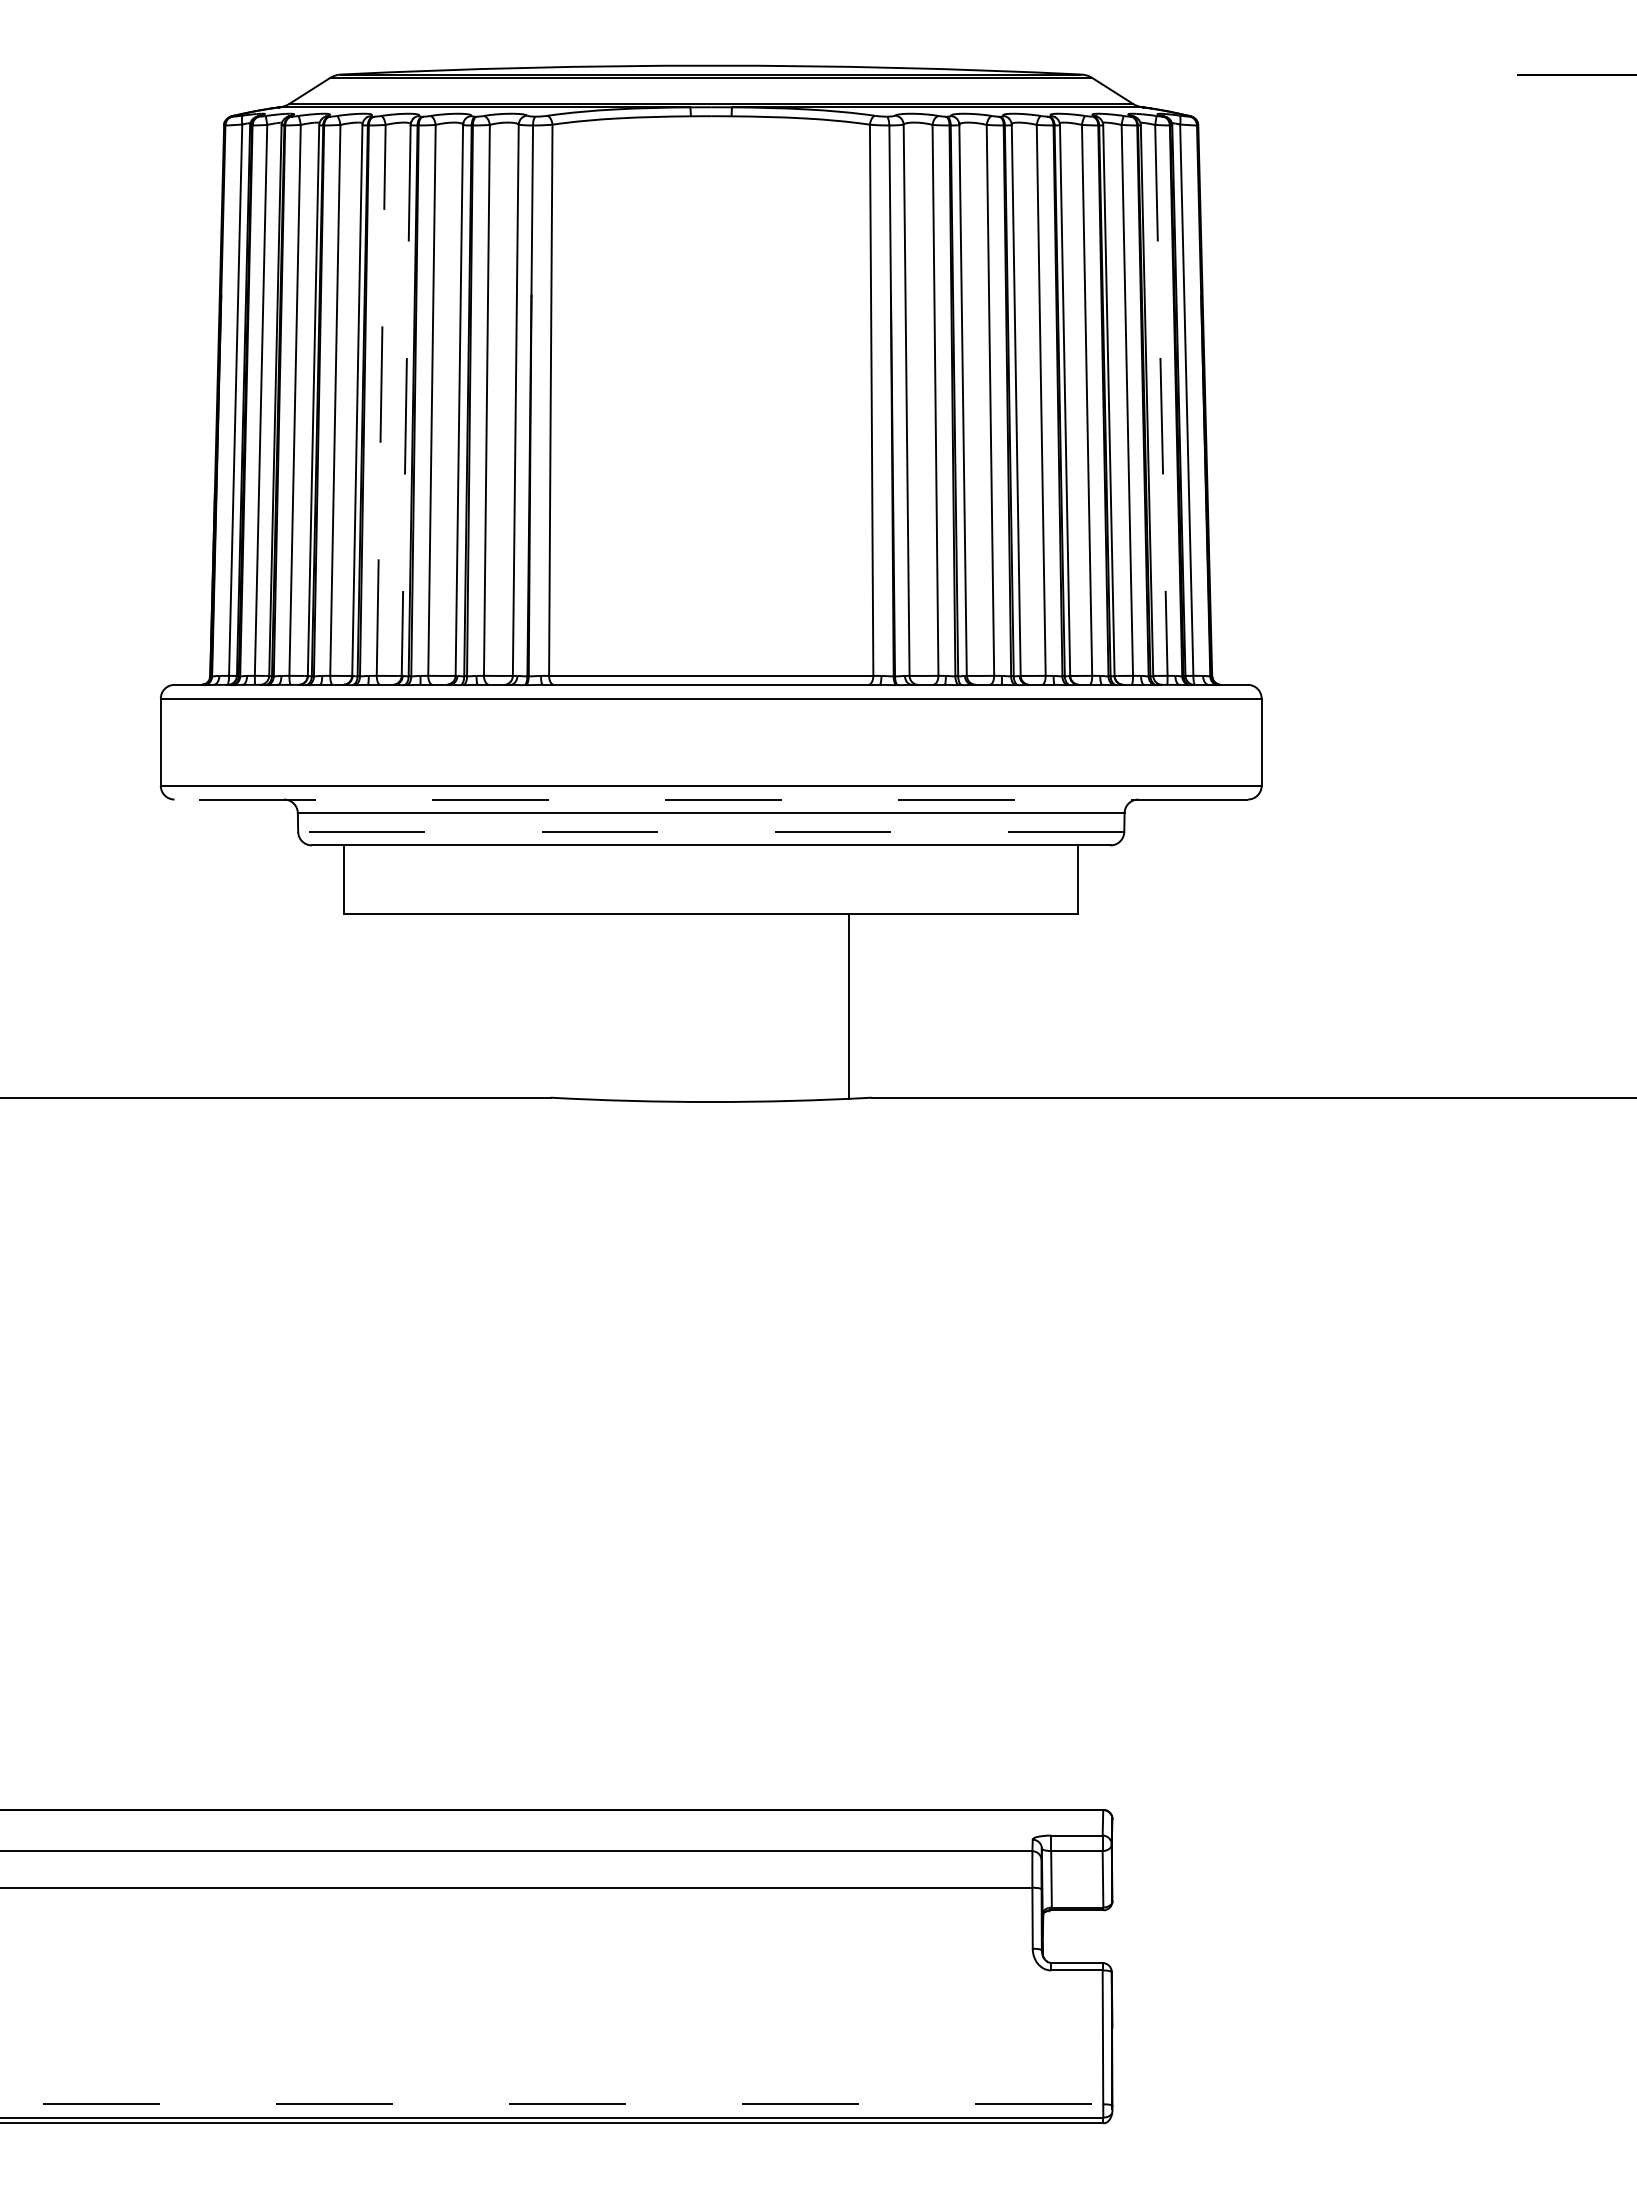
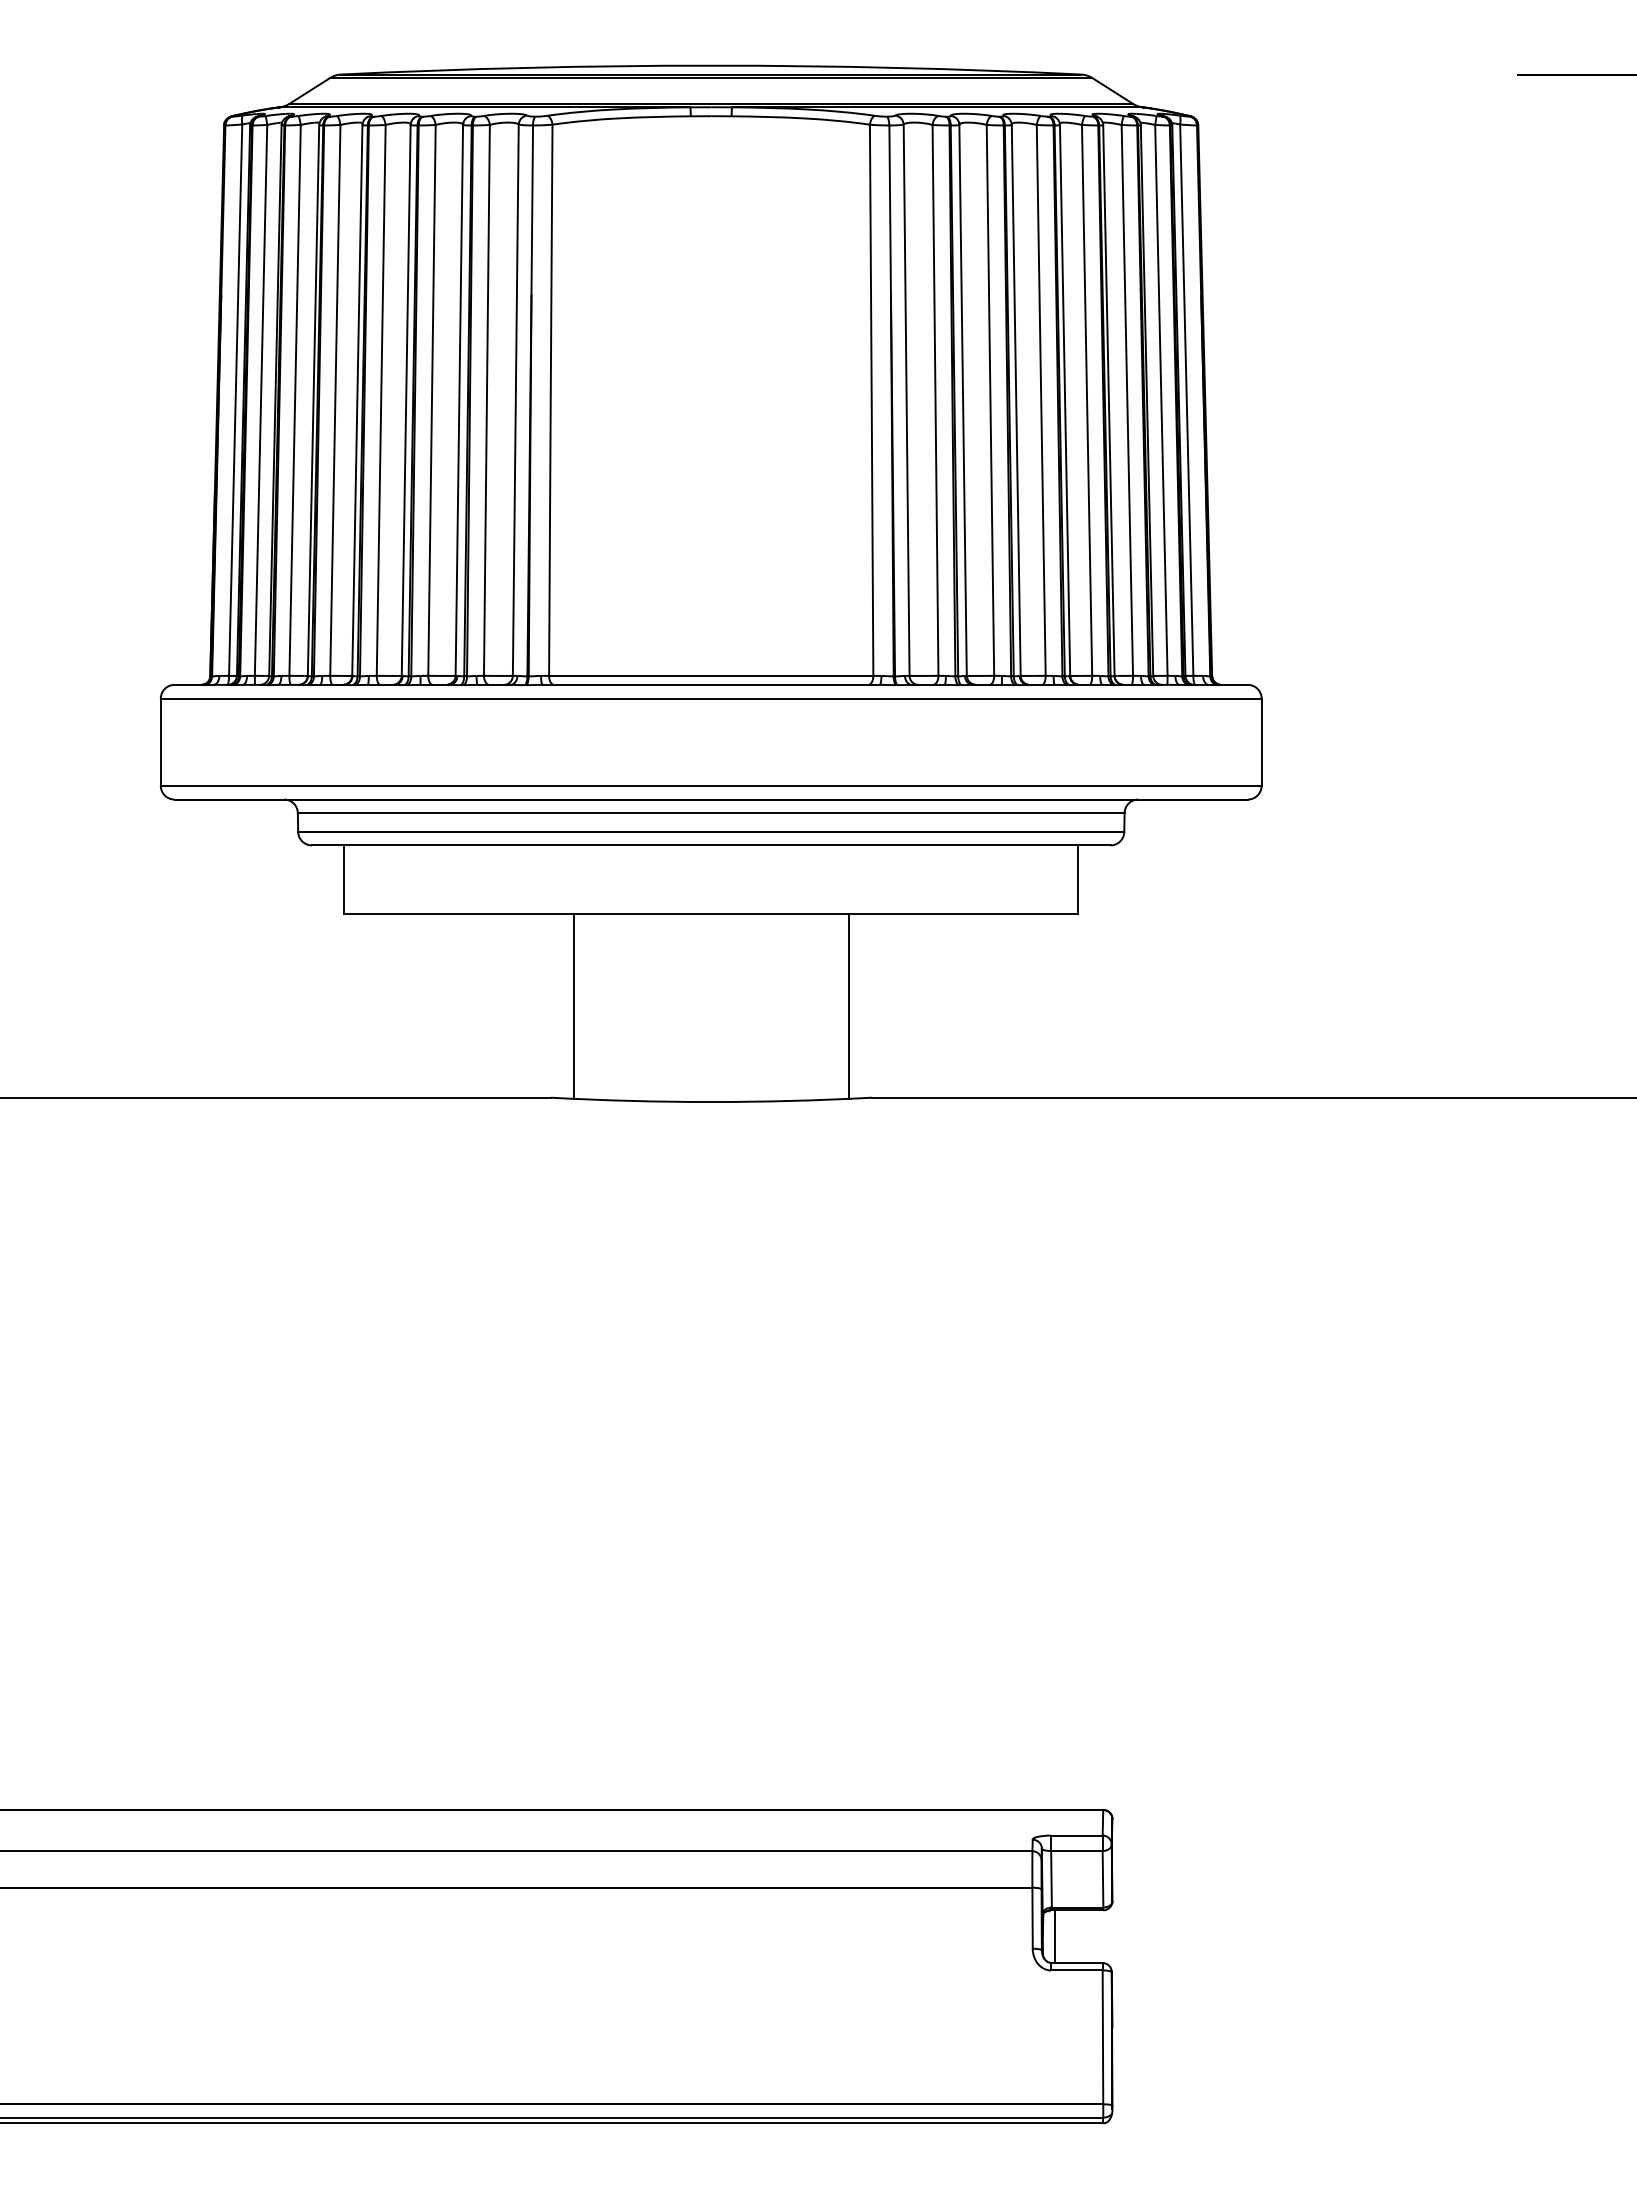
line at (381, 399): dashed -> solid
line at (406, 400): dashed -> solid
line at (1161, 400): dashed -> solid
line at (711, 799): dashed -> solid
line at (710, 831): dashed -> solid
line at (573, 1006): none -> present
line at (1055, 1936): none -> present
line at (552, 2104): dashed -> solid
